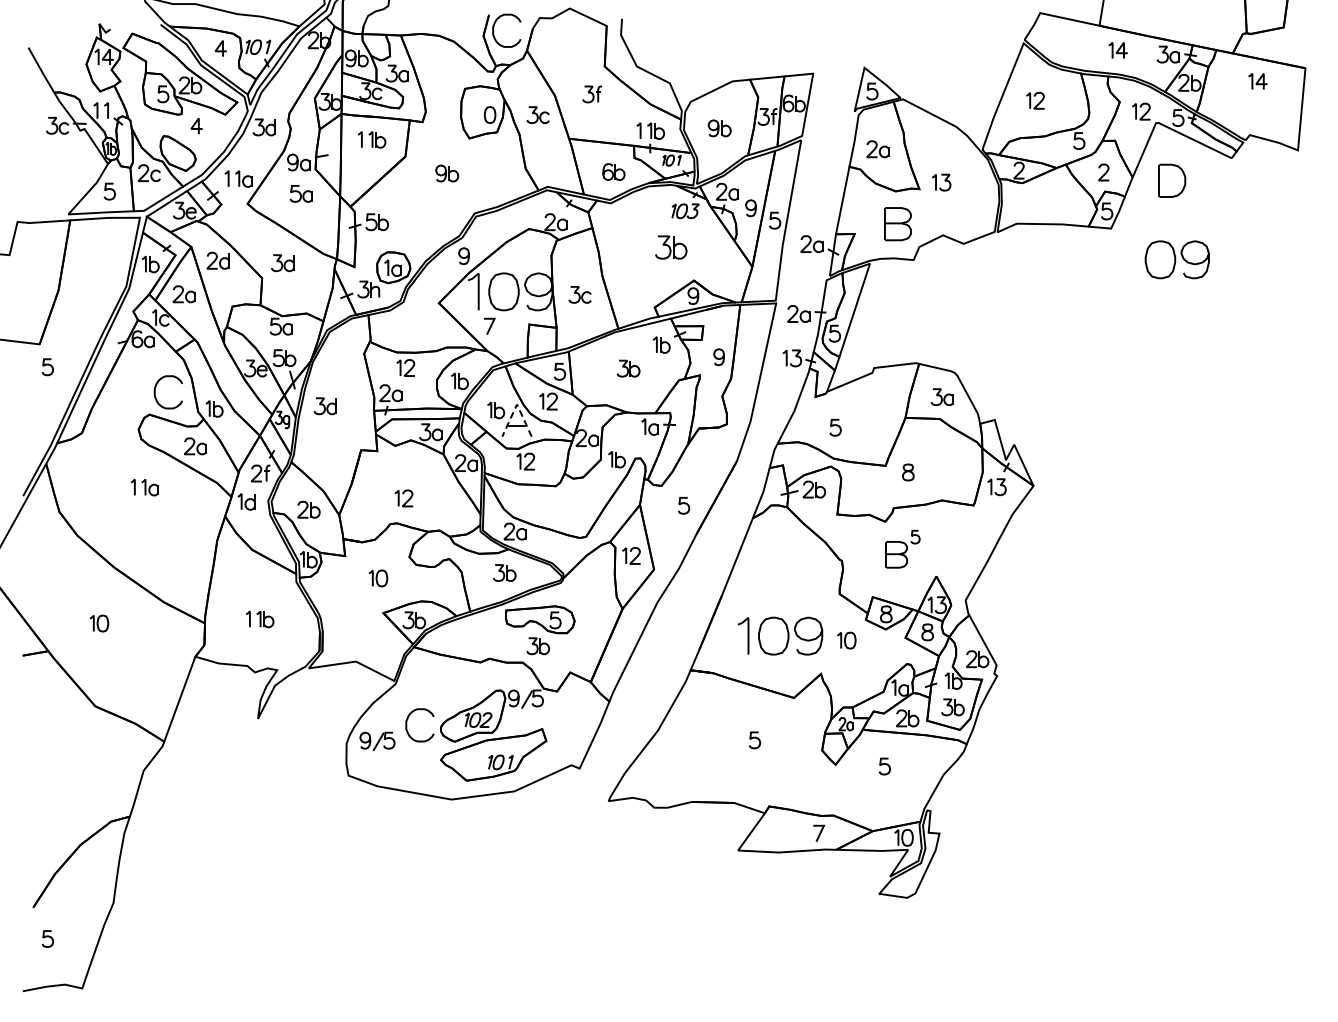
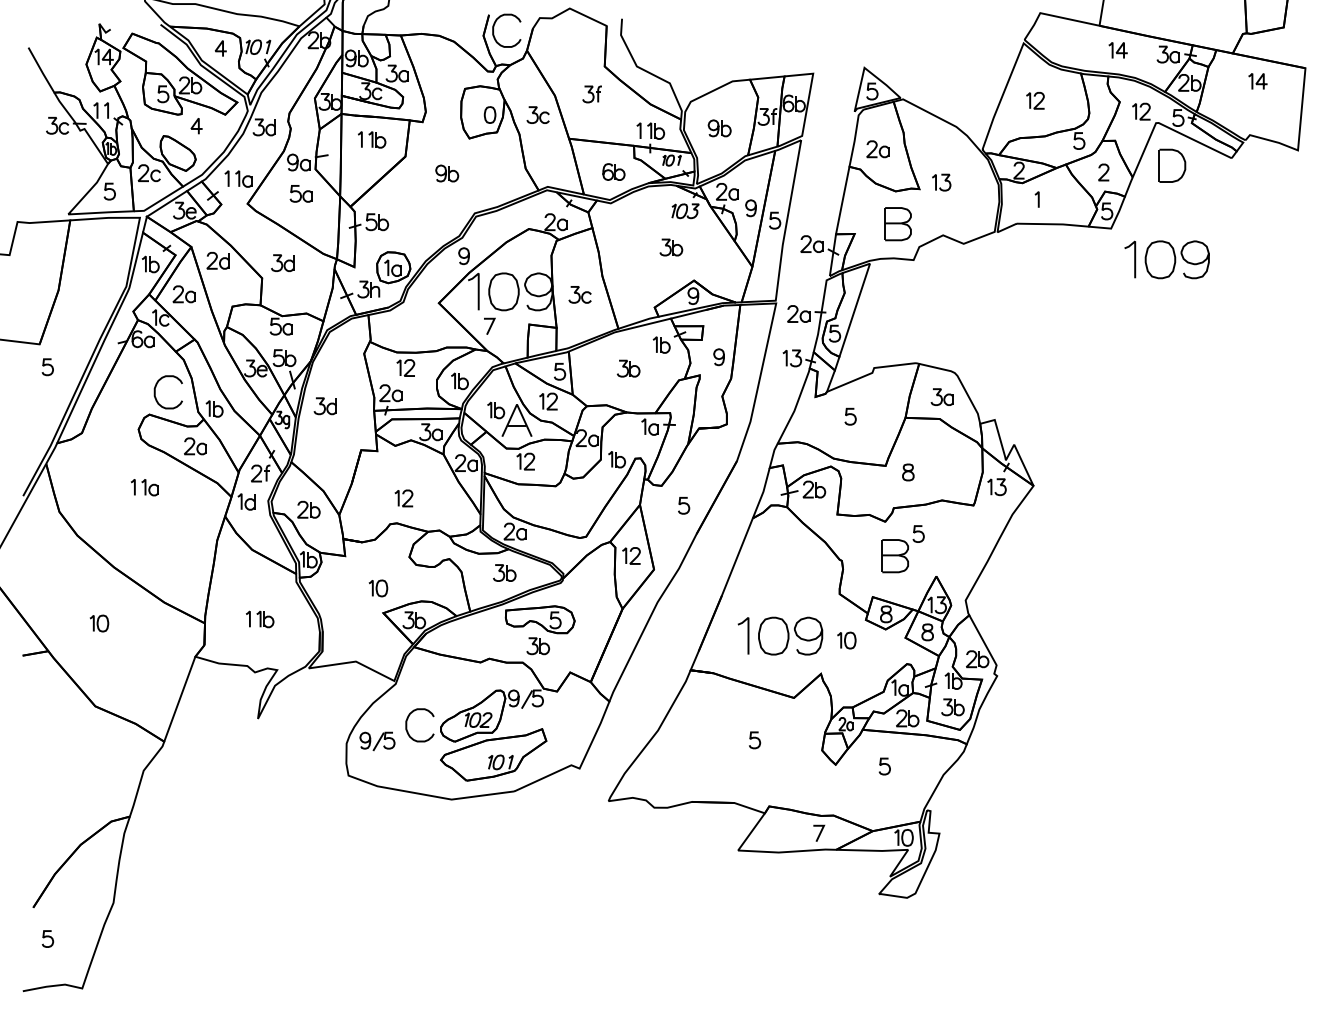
part at (1172, 180) position: (1172, 180) -> (1172, 165)
line at (1037, 199): none -> present
part at (671, 247) size: 33x25 px -> 25x19 px
line at (1134, 259): none -> present
line at (517, 404): dashed -> solid
curve at (836, 426) position: (836, 426) -> (851, 415)
part at (902, 548) size: 36x40 px -> 44x49 px
part at (378, 578) position: (378, 578) -> (378, 588)
